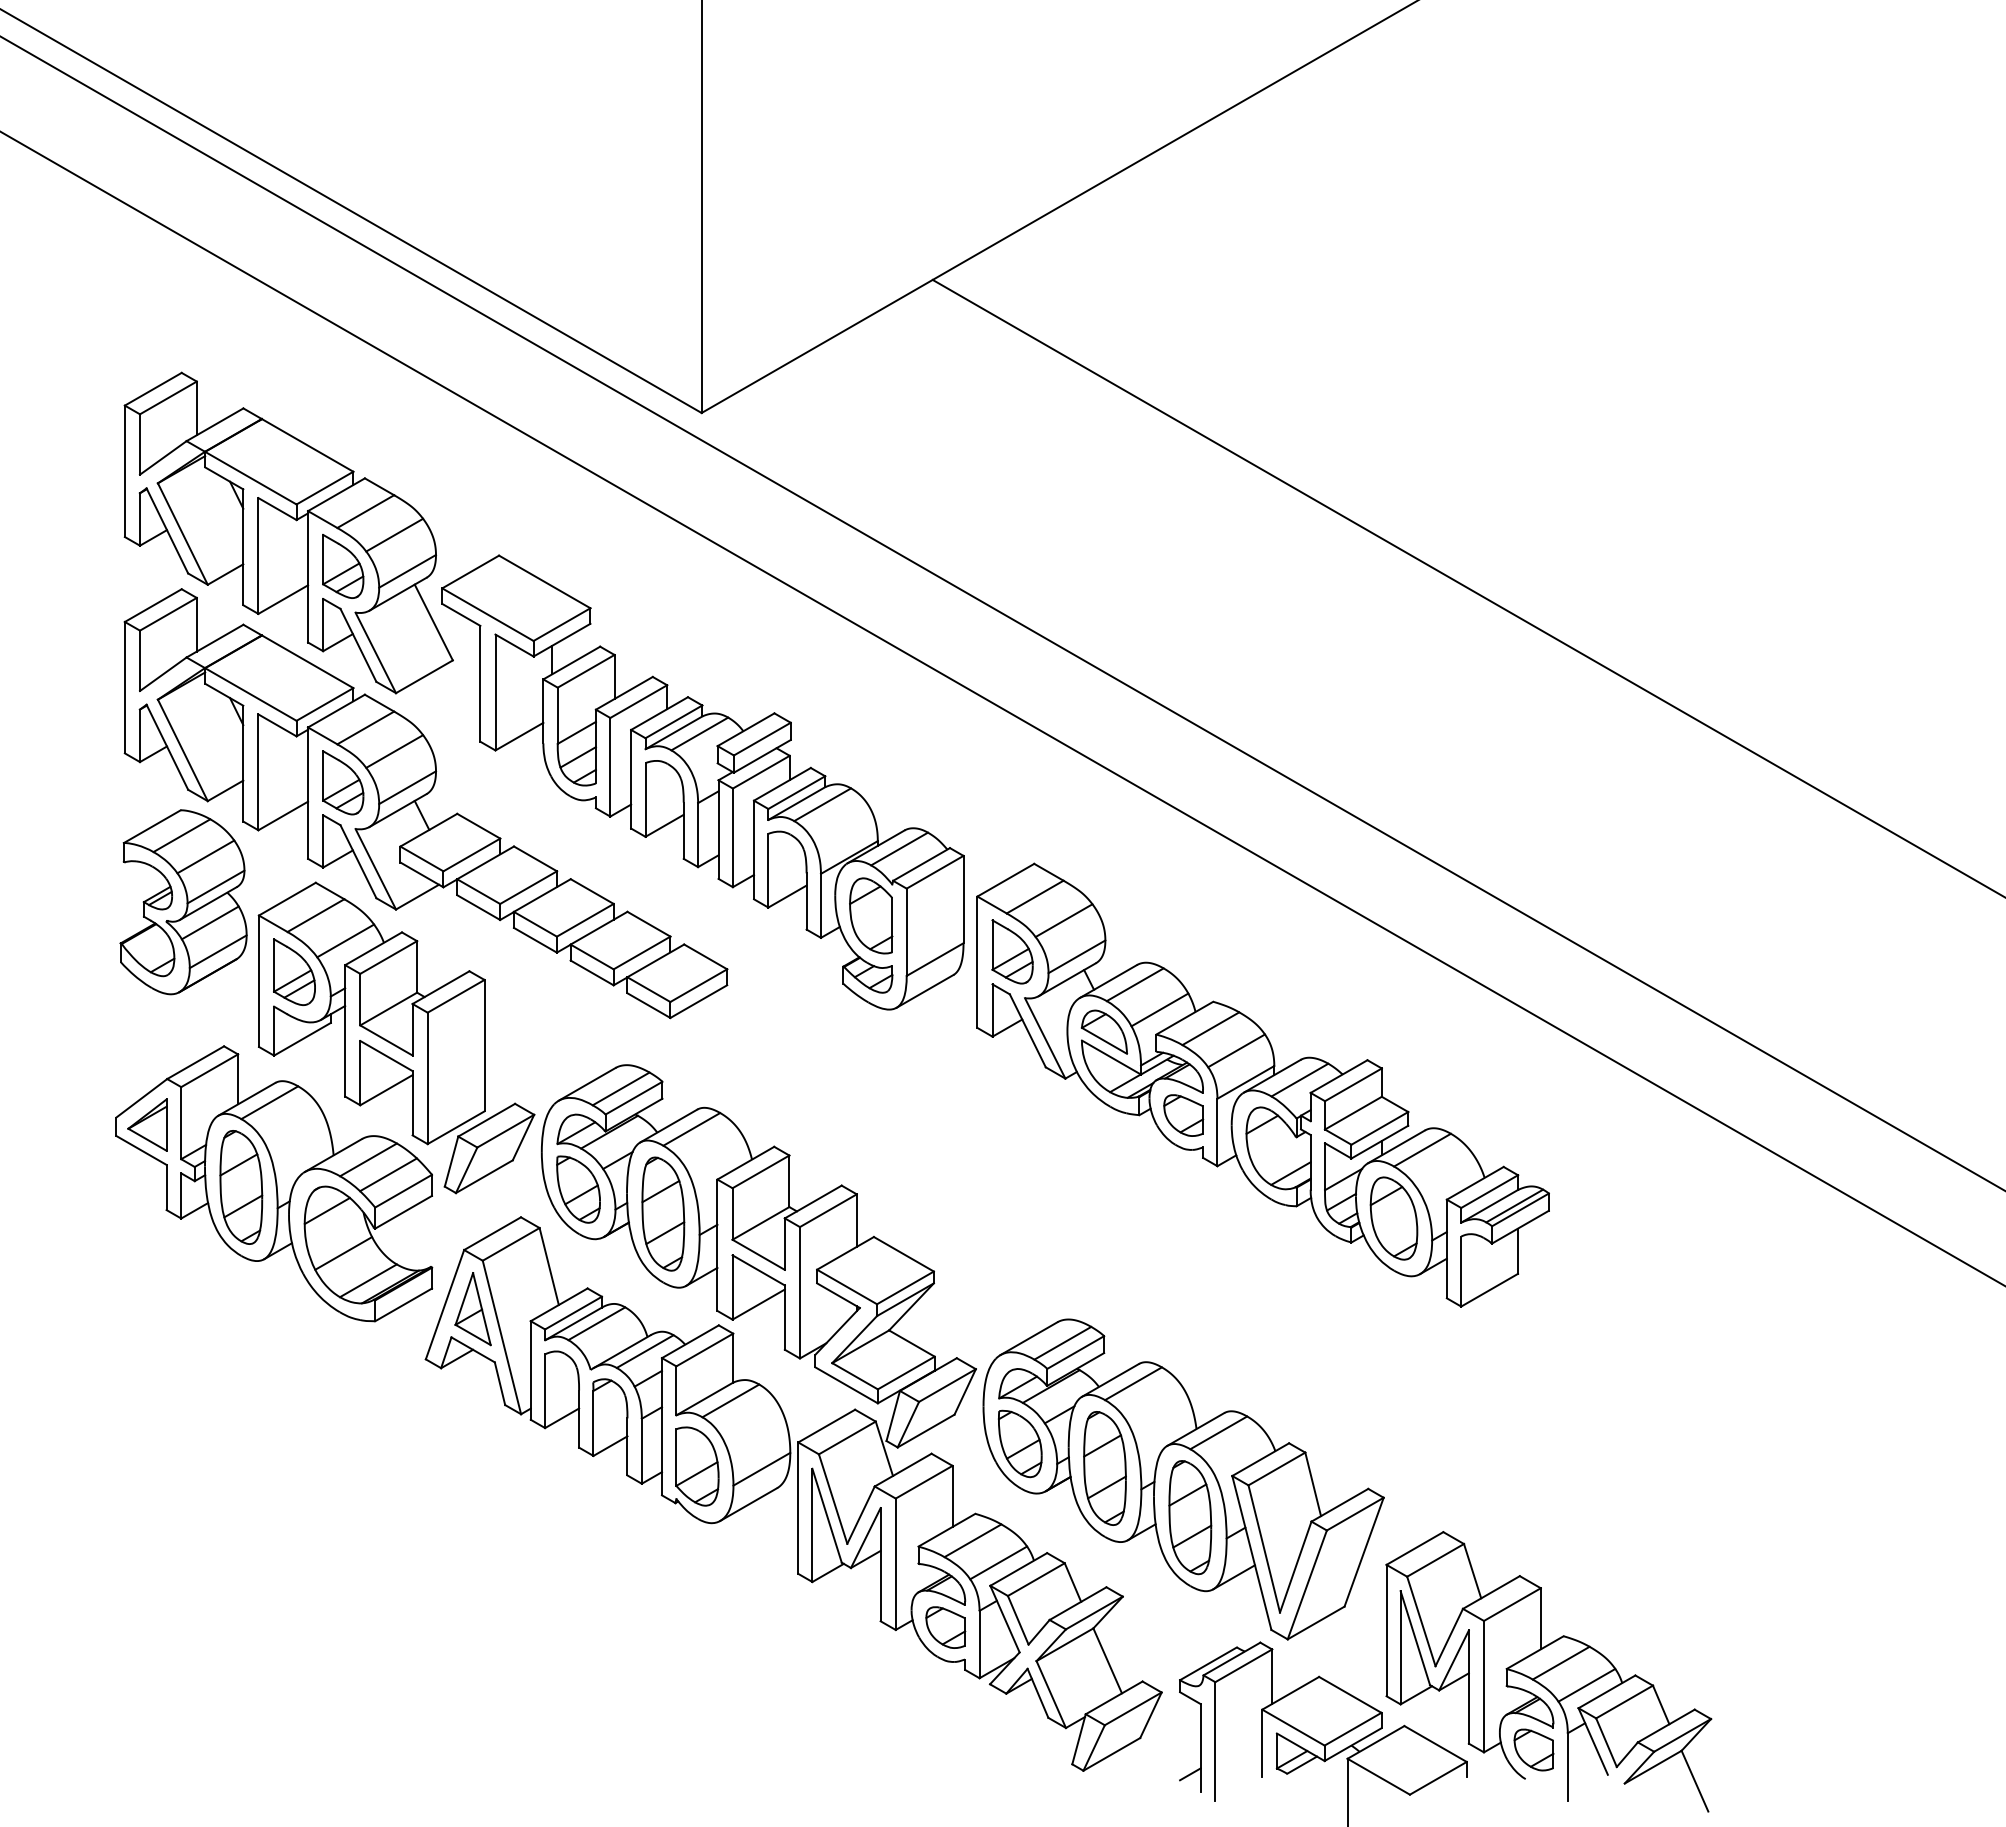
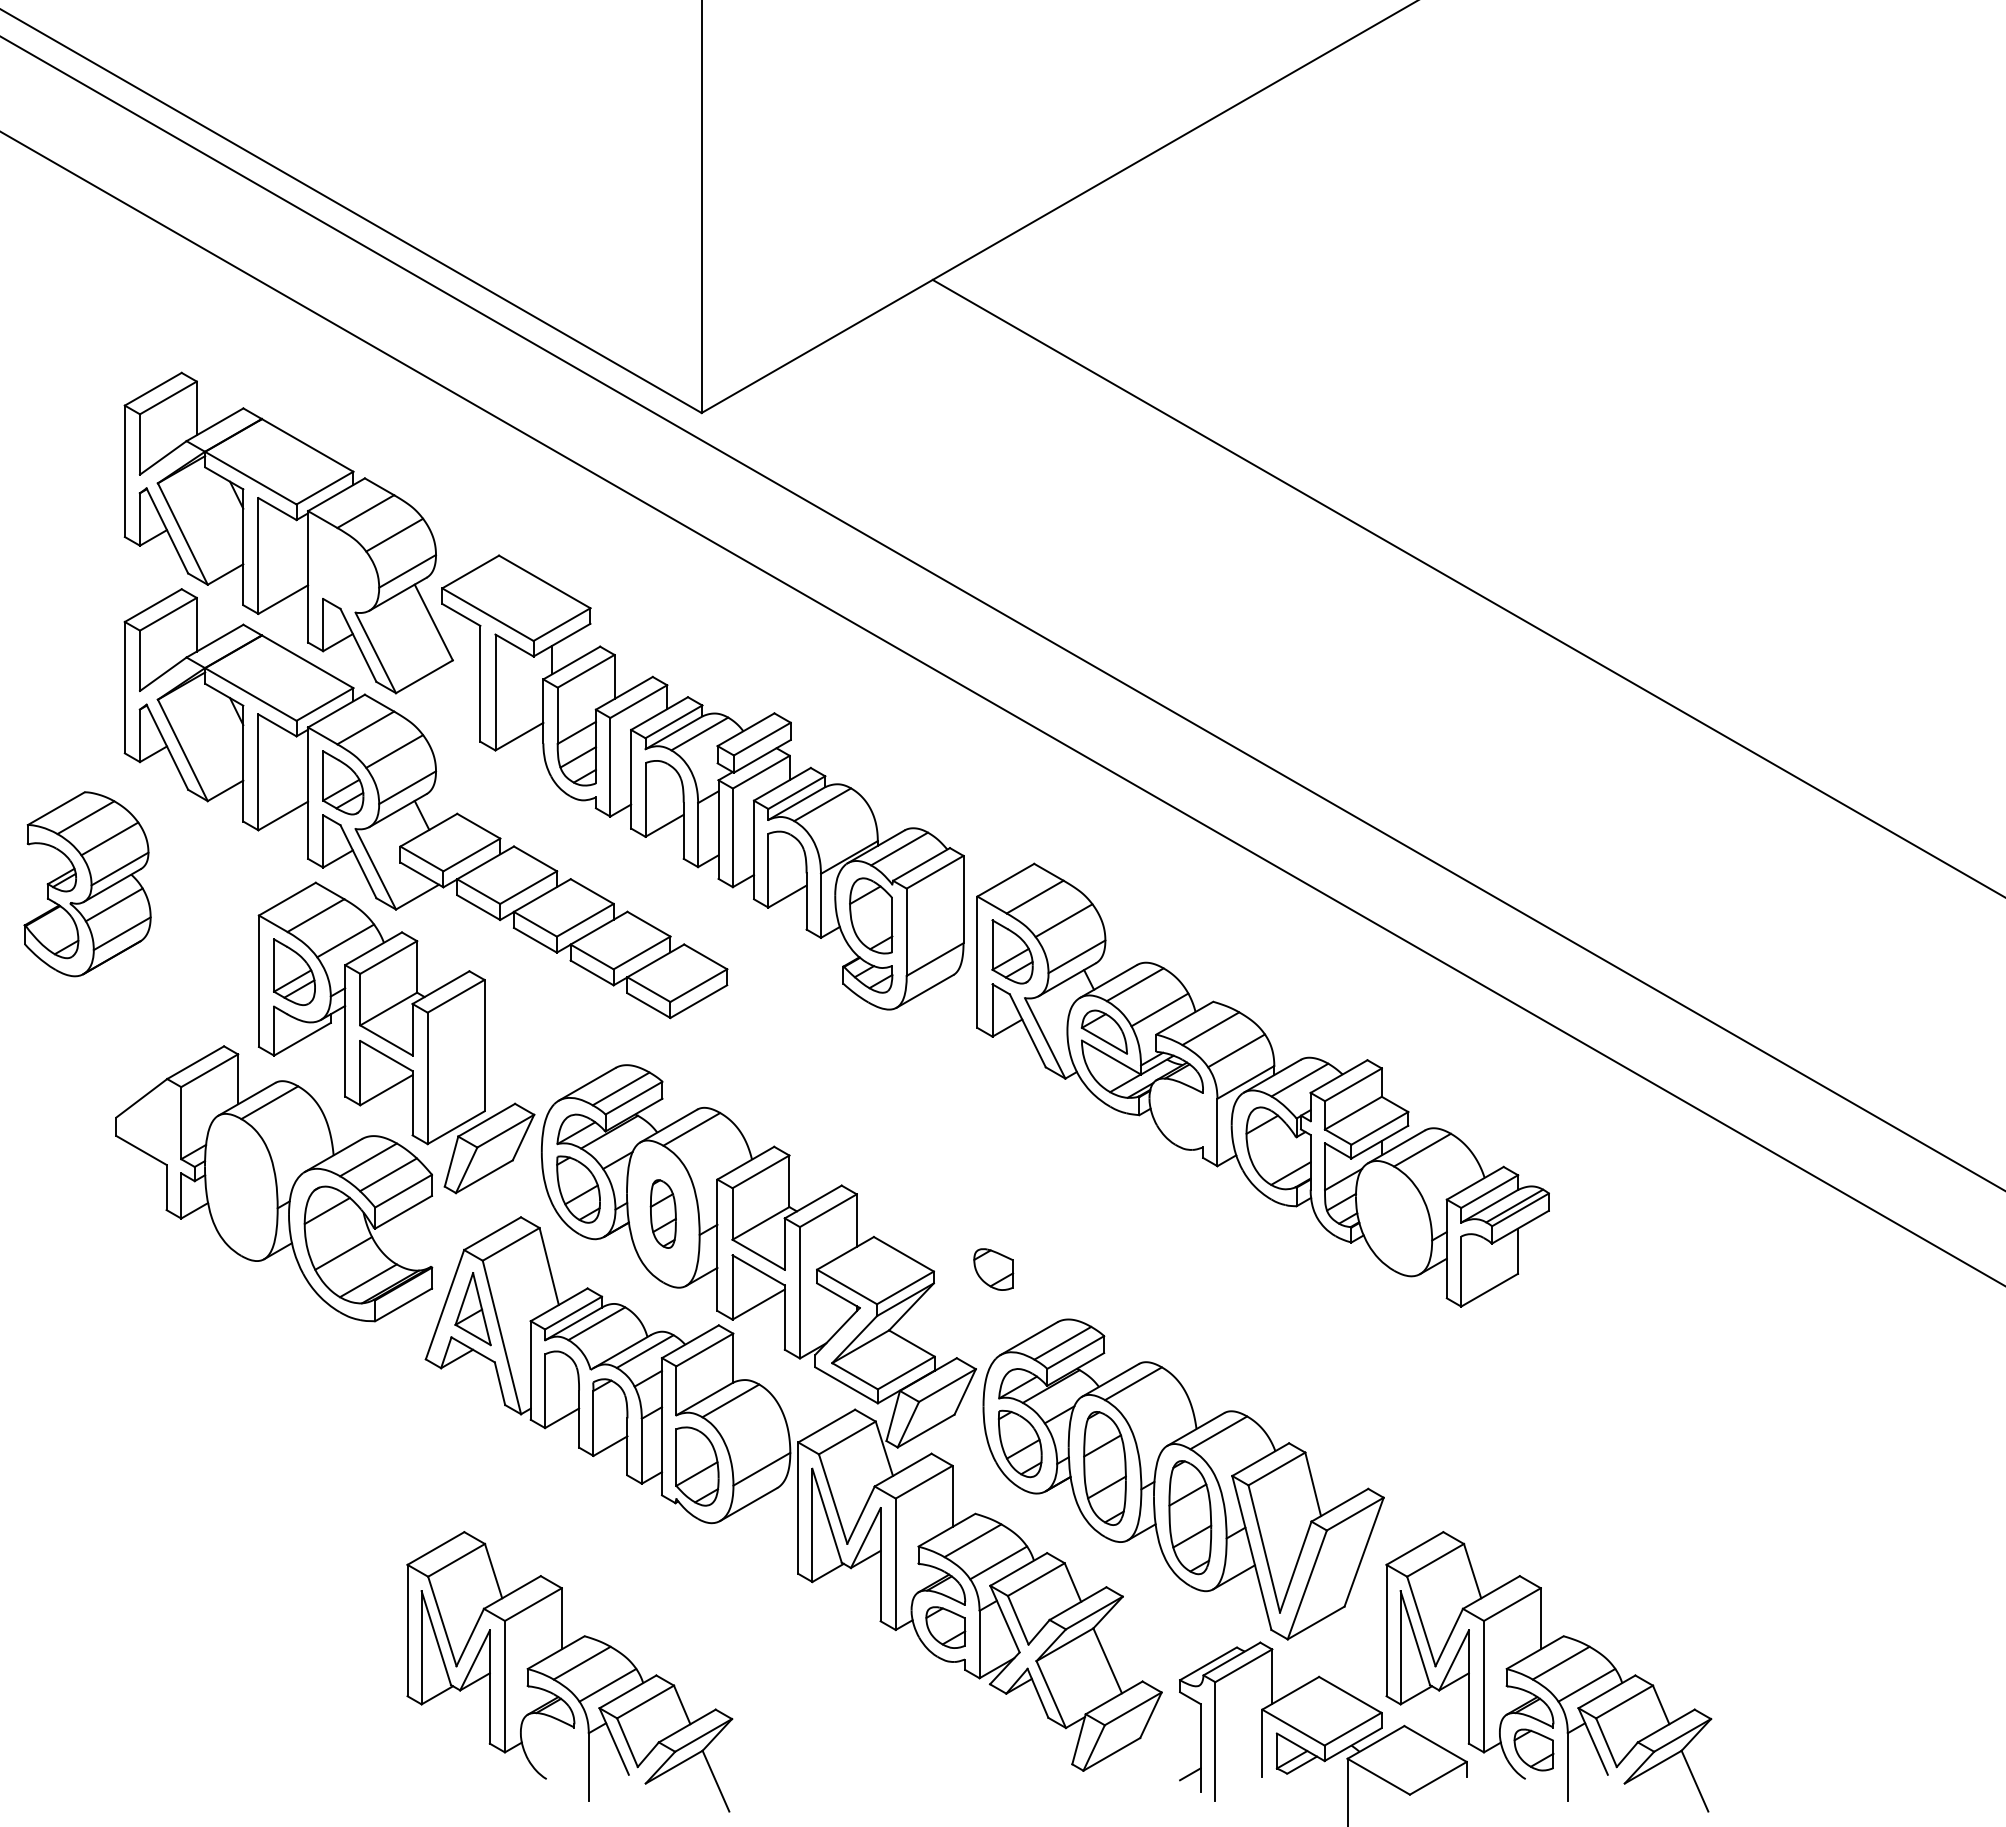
part at (343, 566): present -> none
part at (183, 902) position: (183, 902) -> (87, 884)
part at (1183, 1115) position: (1183, 1115) -> (993, 1269)
part at (147, 1124): present -> none
part at (241, 1187): present -> none
part at (663, 1213) size: 45x116 px -> 28x70 px
part at (1393, 1218): present -> none
part at (569, 1671): none -> present
